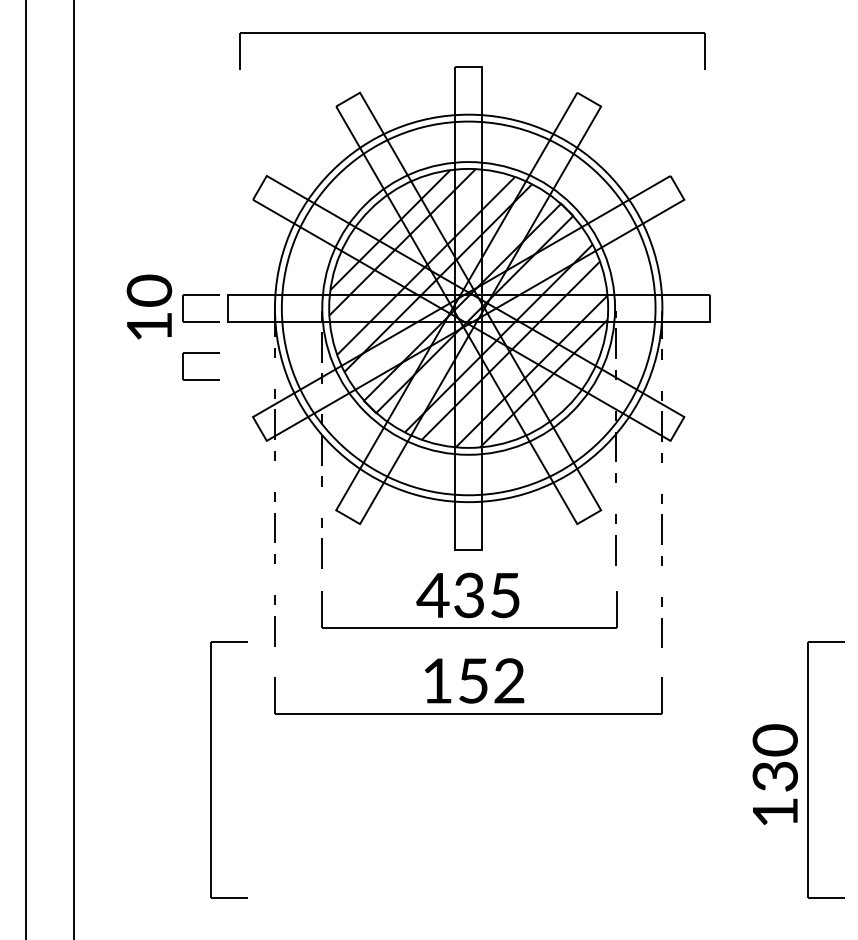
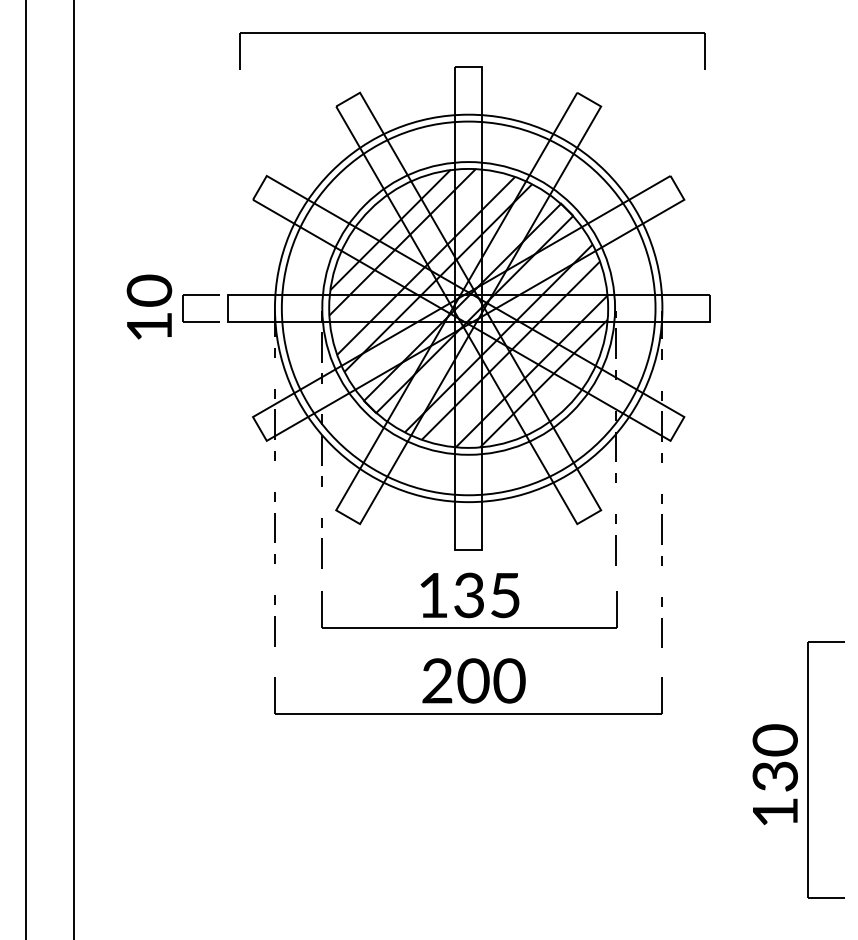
part at (200, 353): present -> none
text at (432, 595): 435 -> 135
text at (473, 680): 152 -> 200
part at (211, 769): present -> none
